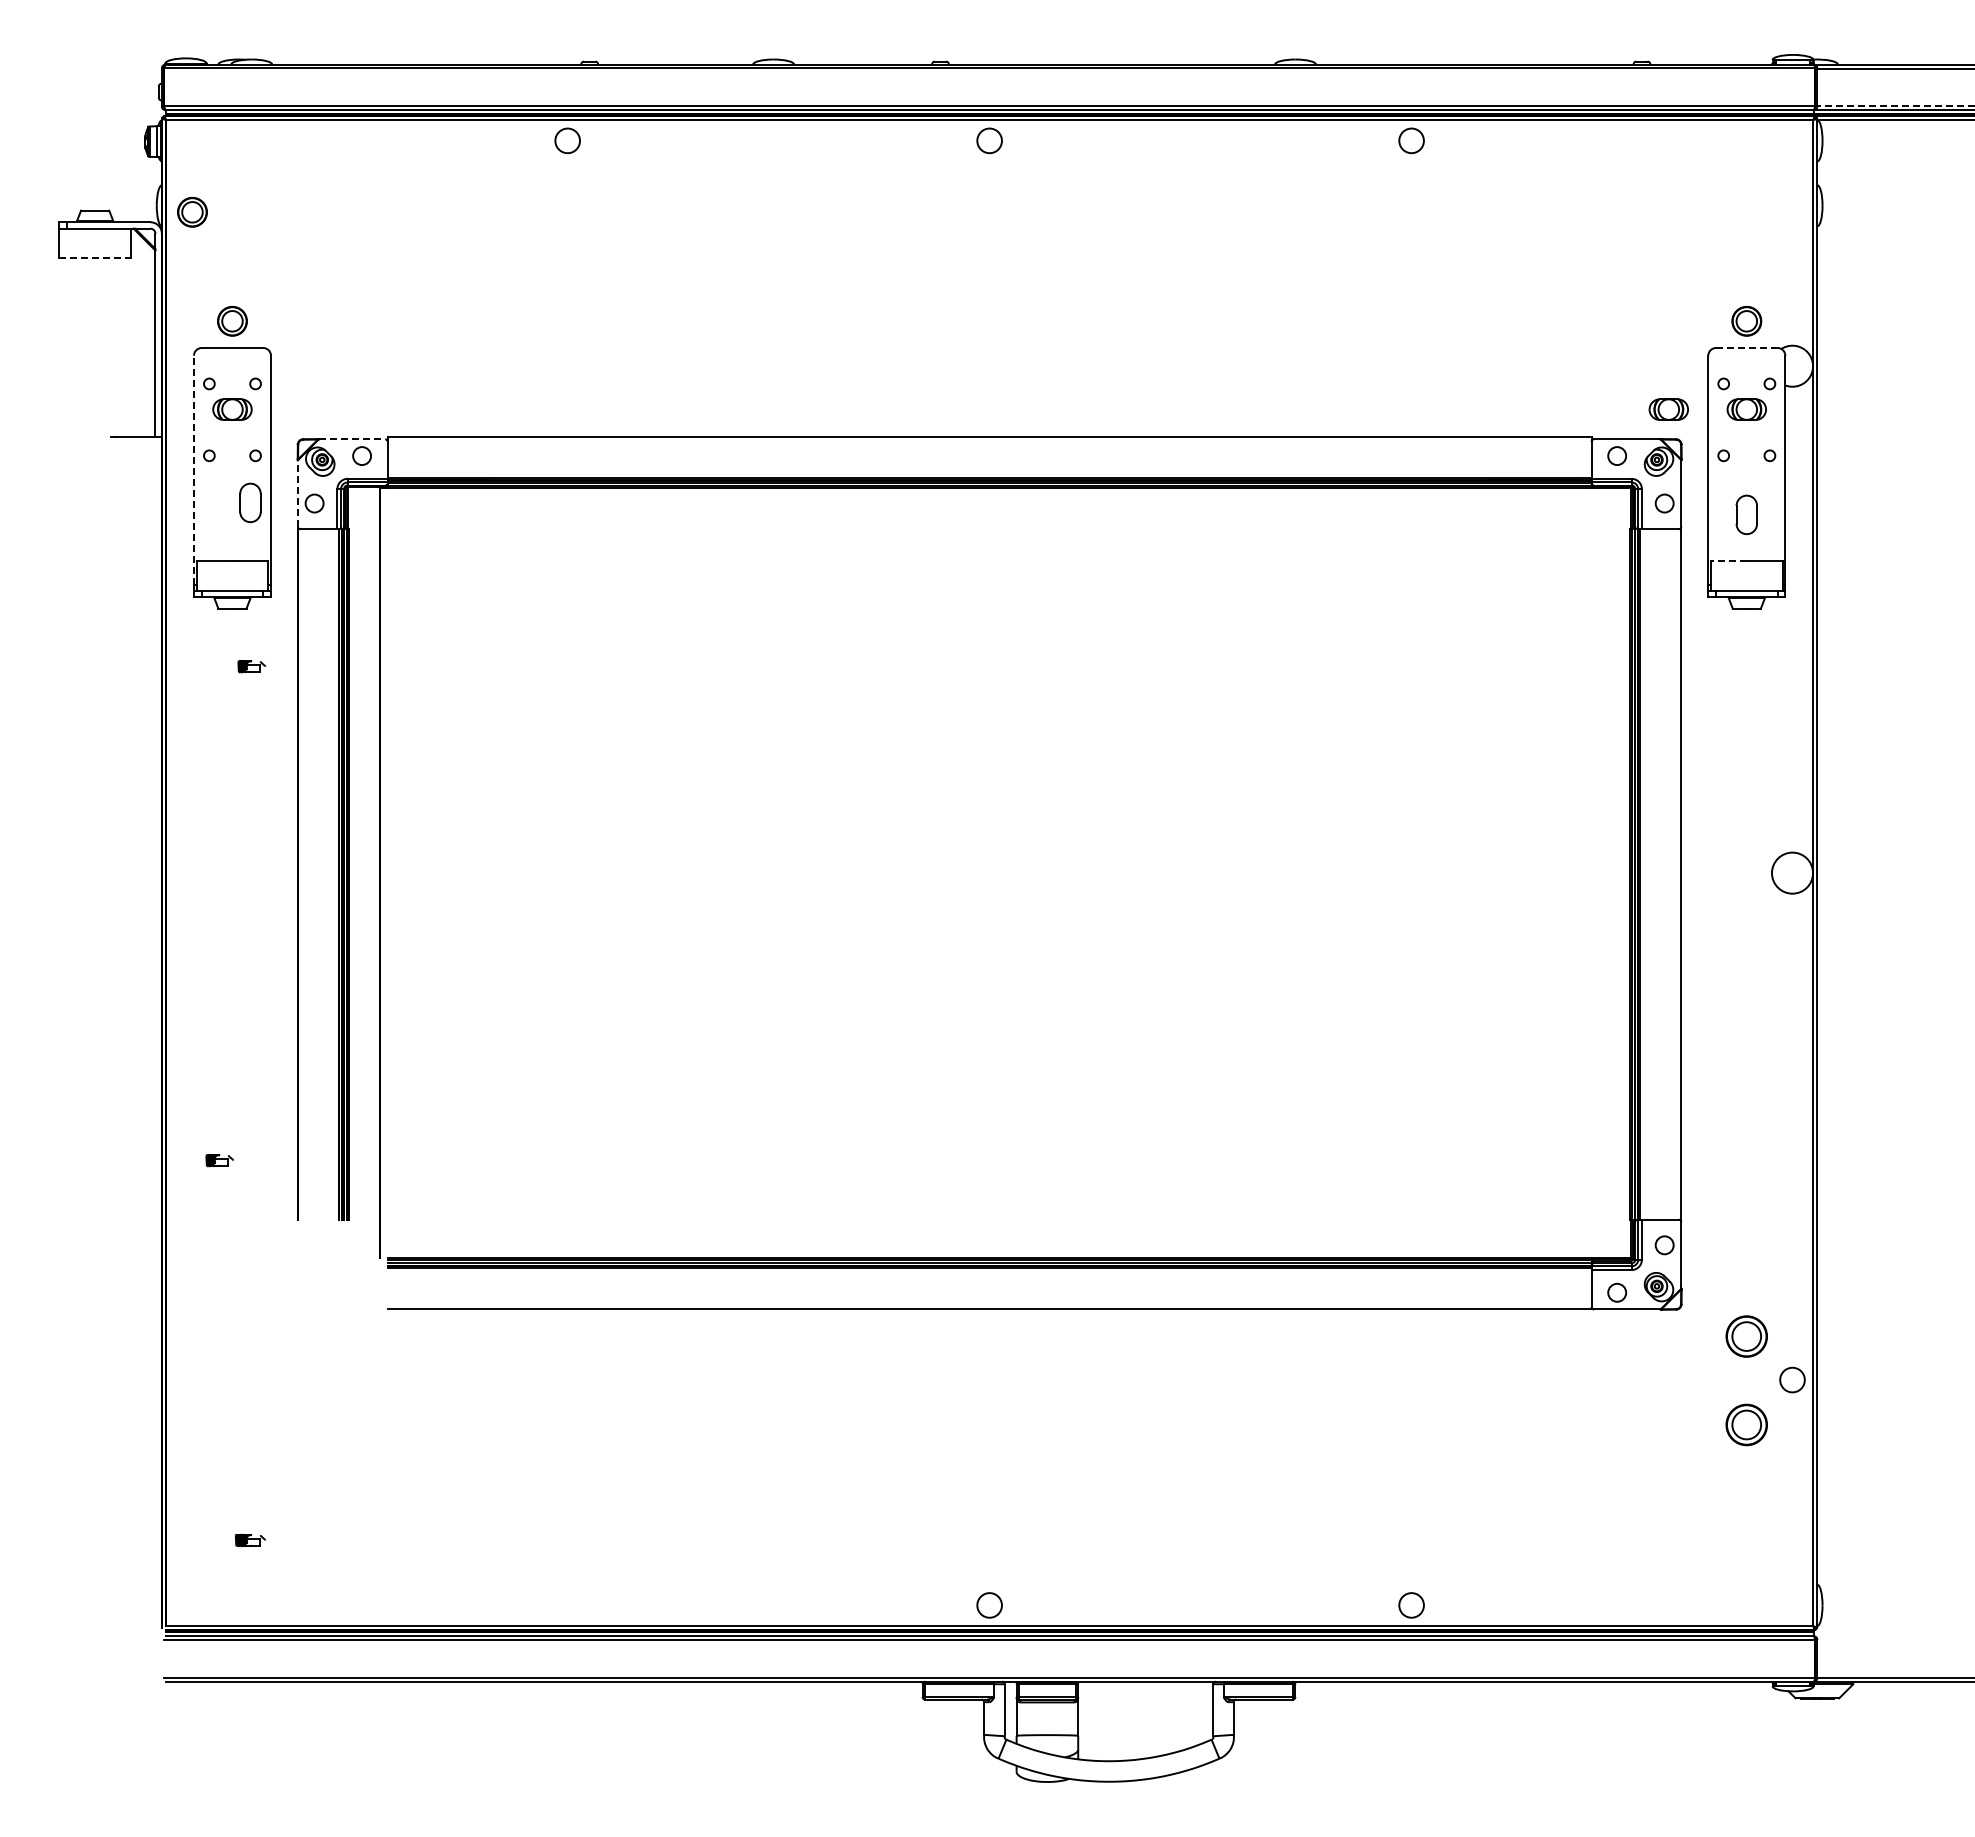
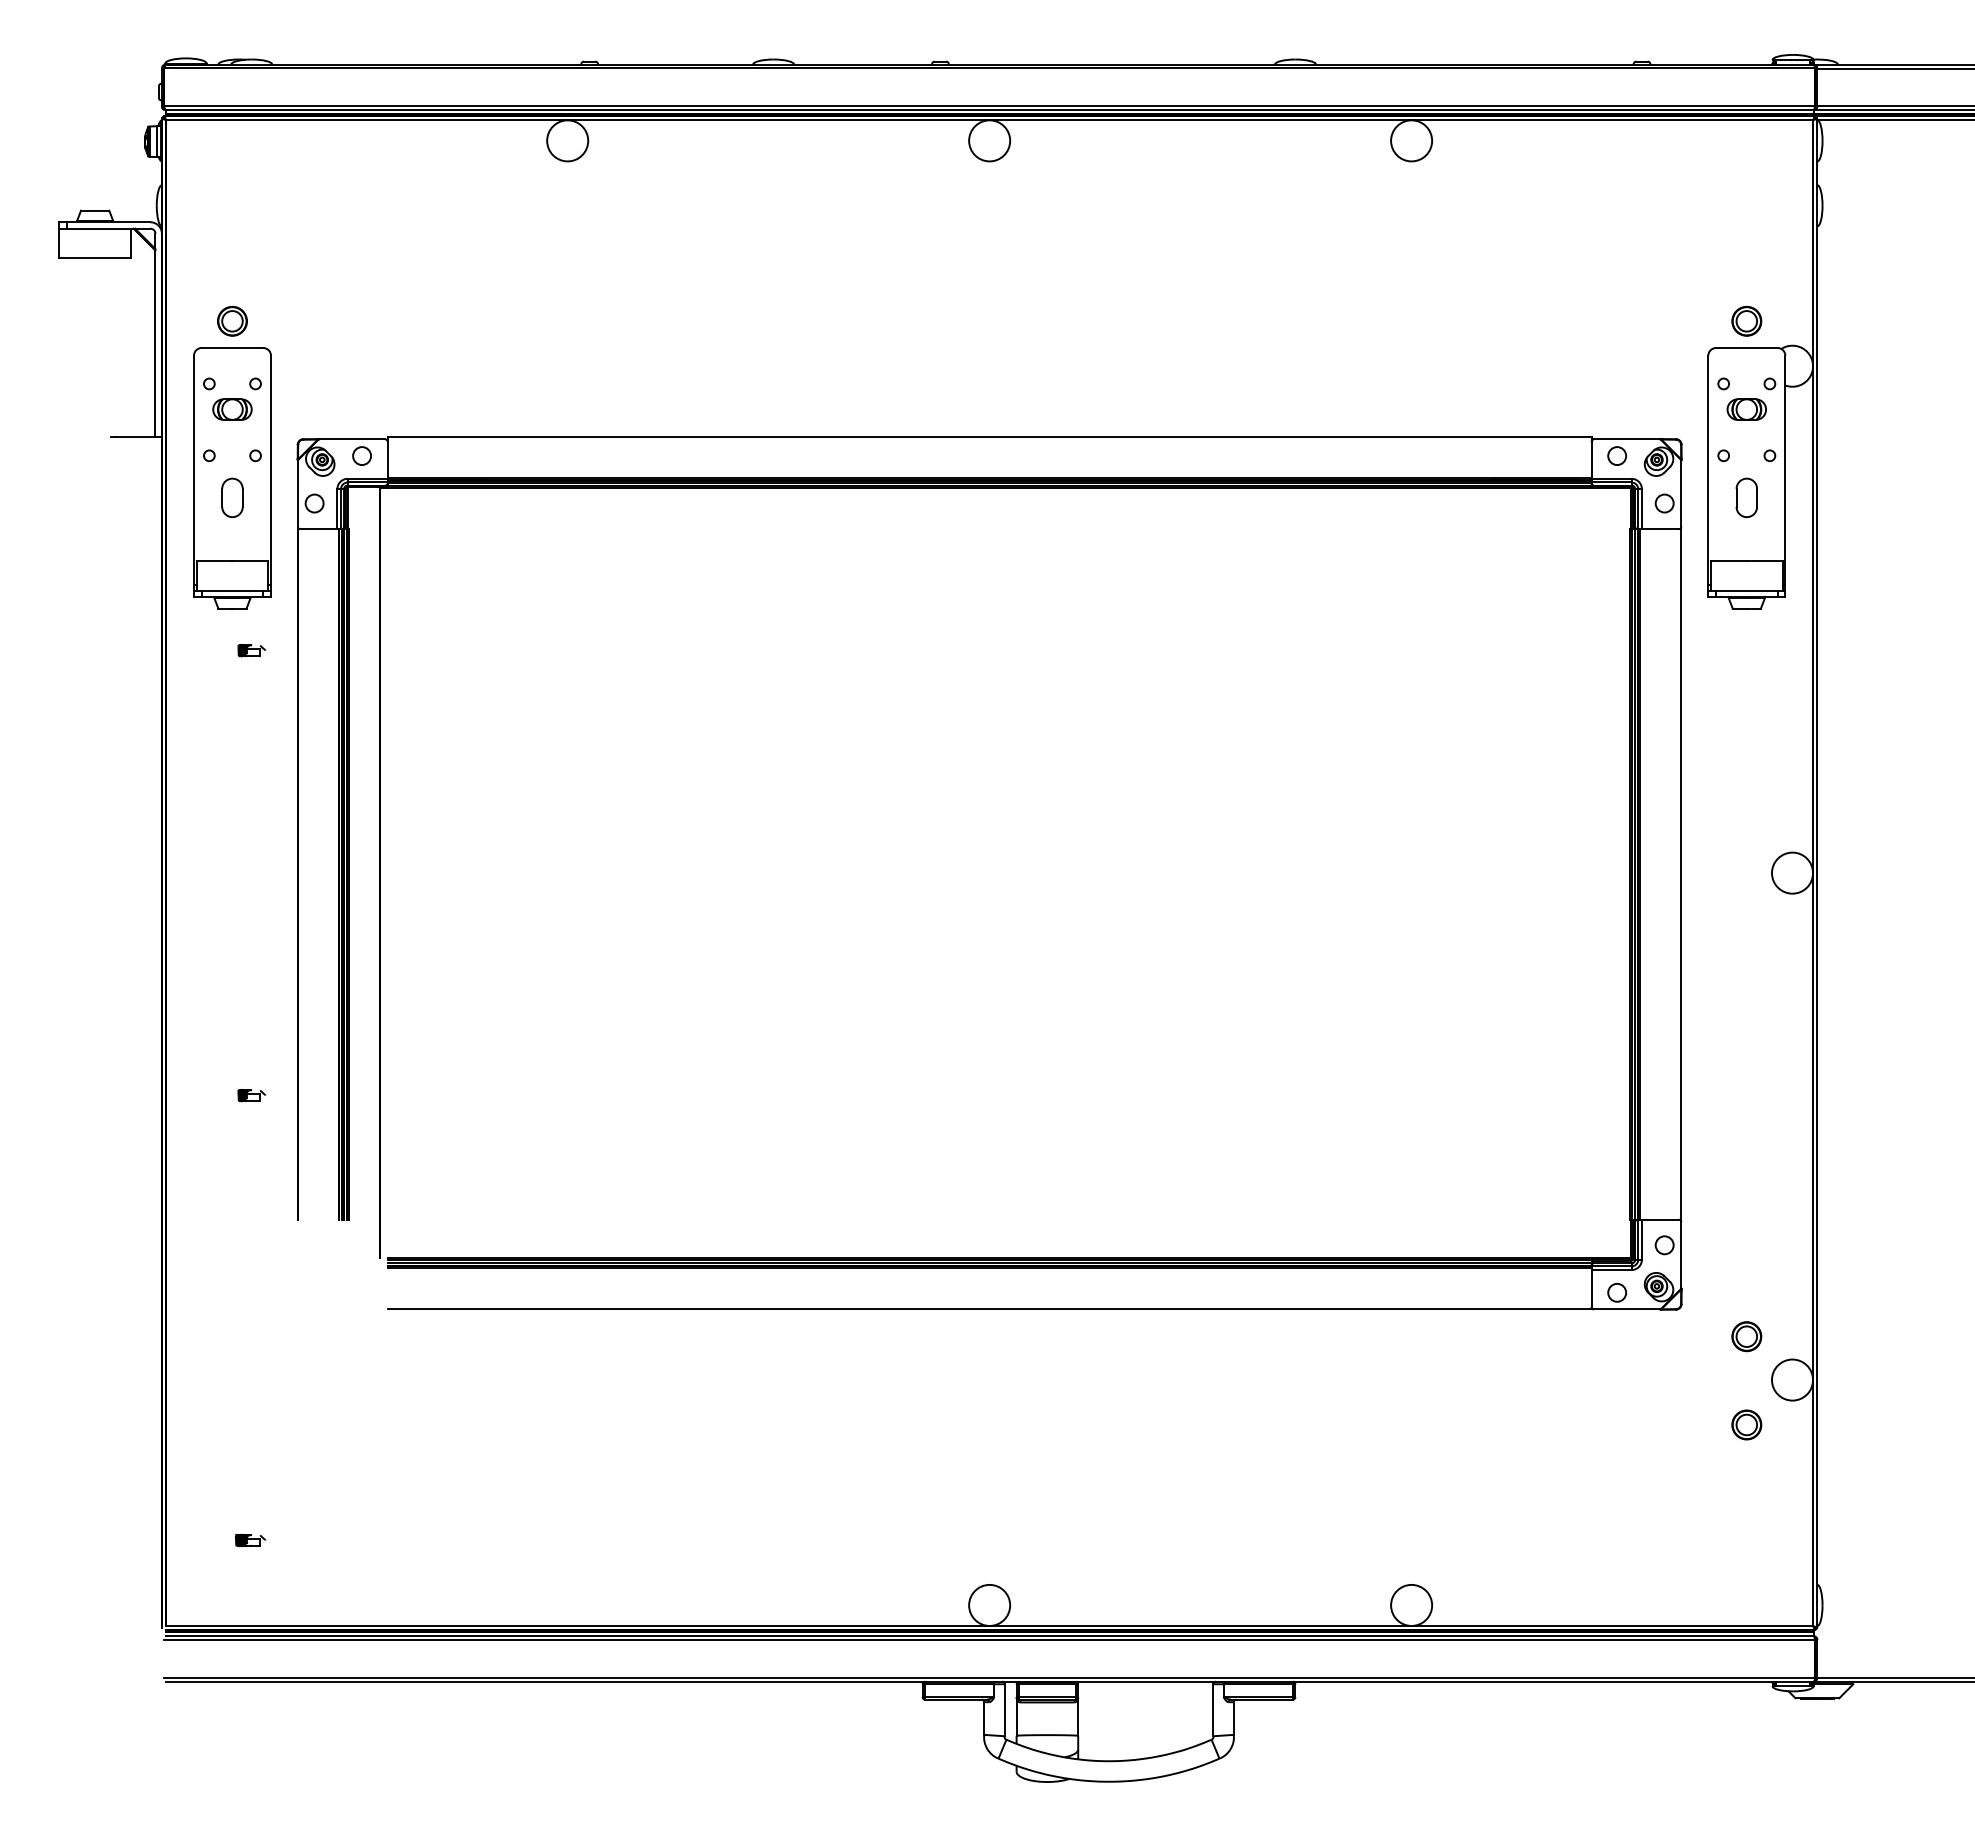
line at (1895, 105): dashed -> solid
circle at (567, 140) diameter: 25 px -> 41 px
circle at (989, 140) diameter: 25 px -> 41 px
circle at (1411, 140) diameter: 25 px -> 41 px
part at (192, 211): present -> none
line at (95, 258): dashed -> solid
line at (1746, 348): dashed -> solid
part at (1668, 409): present -> none
line at (352, 439): dashed -> solid
line at (193, 470): dashed -> solid
line at (297, 492): dashed -> solid
part at (250, 502) position: (250, 502) -> (232, 497)
part at (1746, 514) position: (1746, 514) -> (1746, 497)
line at (1728, 561): dashed -> solid
part at (251, 666) position: (251, 666) -> (251, 650)
part at (219, 1160) position: (219, 1160) -> (251, 1095)
part at (1746, 1336) size: 43x43 px -> 32x32 px
circle at (1792, 1379) diameter: 25 px -> 41 px
part at (1746, 1424) size: 43x44 px -> 32x32 px
circle at (989, 1605) diameter: 25 px -> 41 px
circle at (1411, 1605) diameter: 25 px -> 41 px
